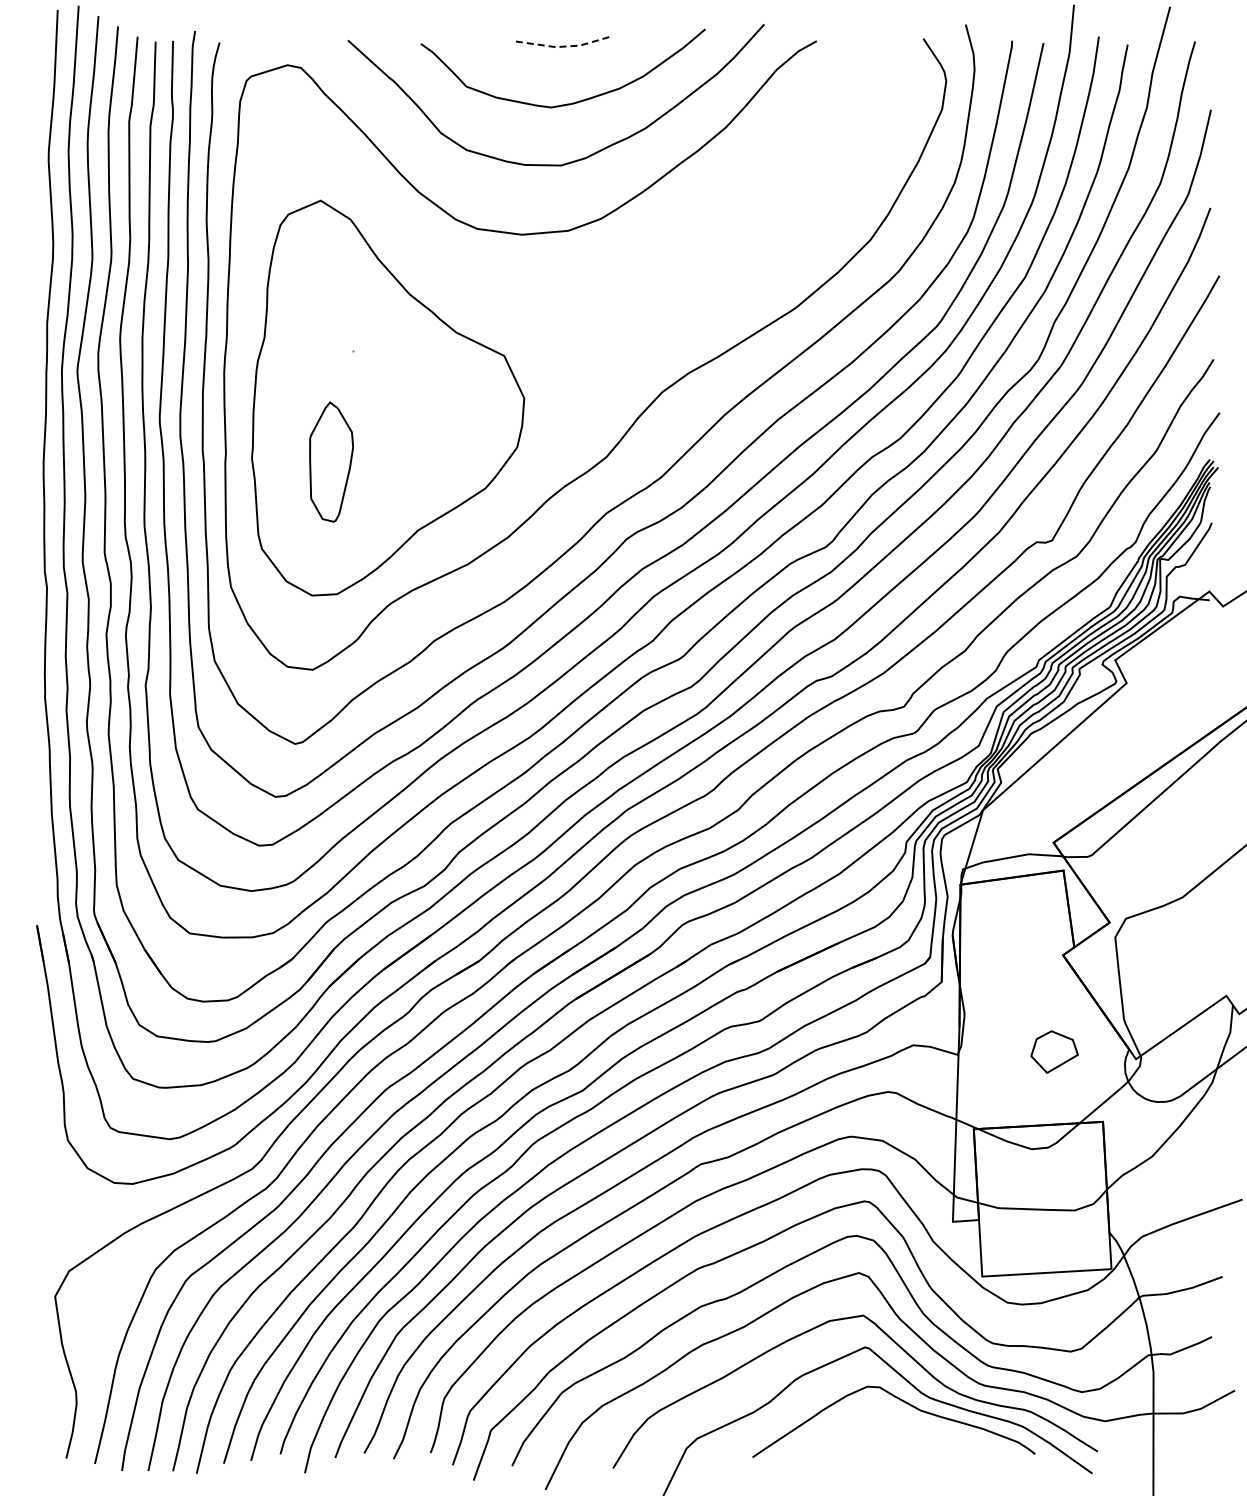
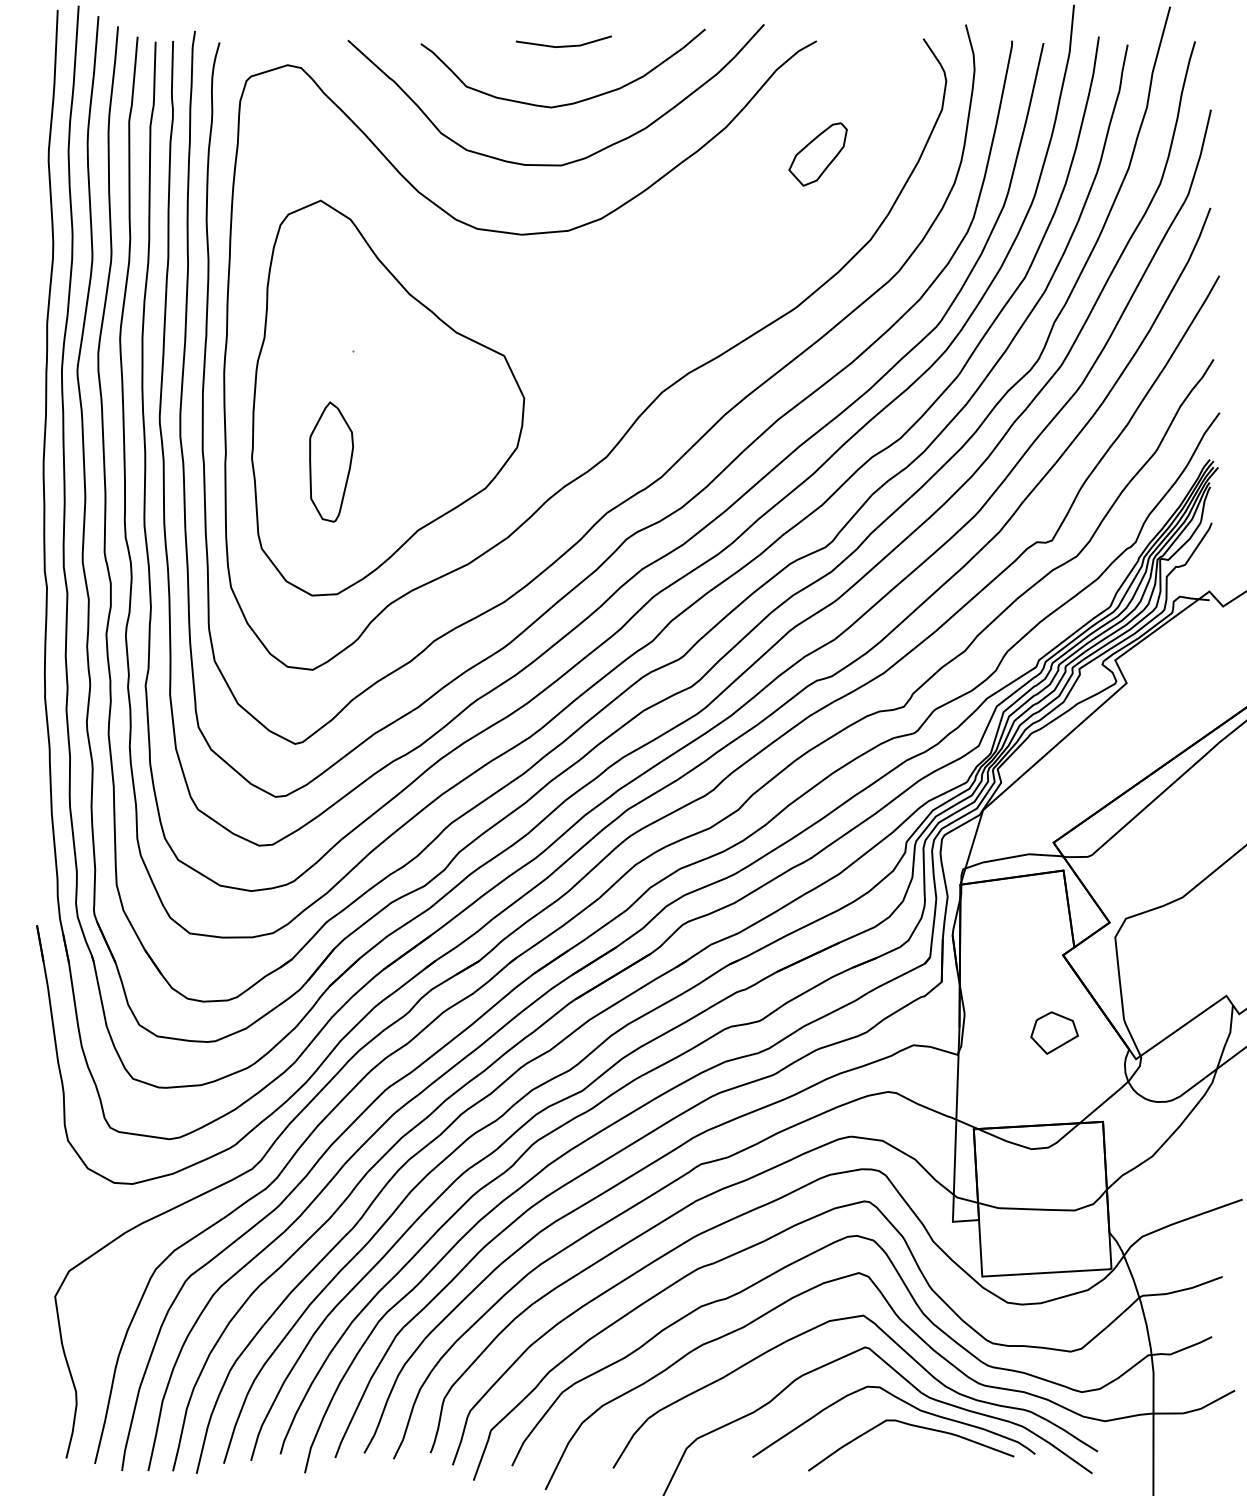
line at (564, 46): dashed -> solid
part at (817, 154): none -> present
part at (1054, 1051) position: (1054, 1051) -> (1054, 1032)
curve at (916, 1427): none -> present
